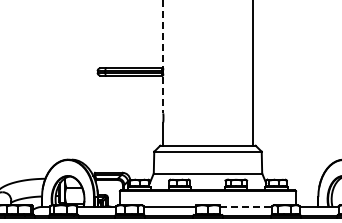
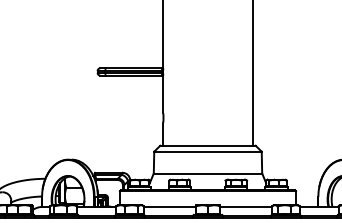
line at (163, 57): dashed -> solid
line at (246, 206): dashed -> solid
